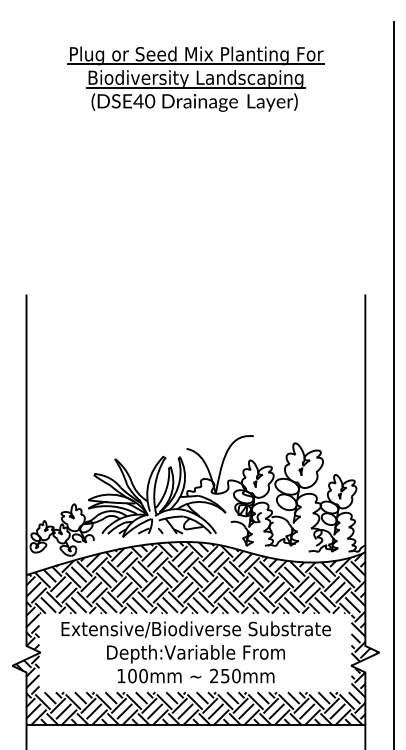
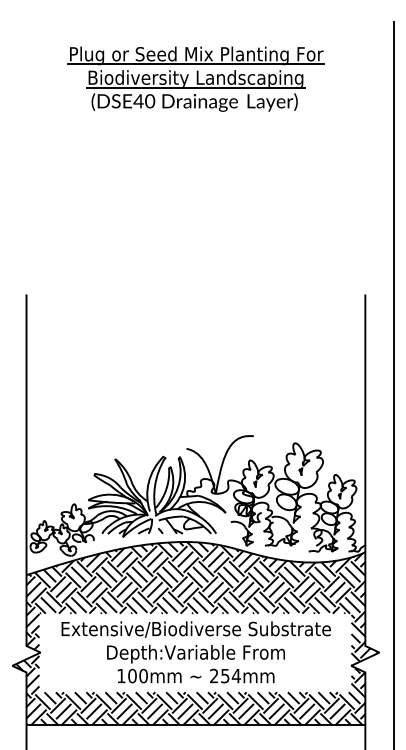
text at (235, 675): 250mm -> 254mm
